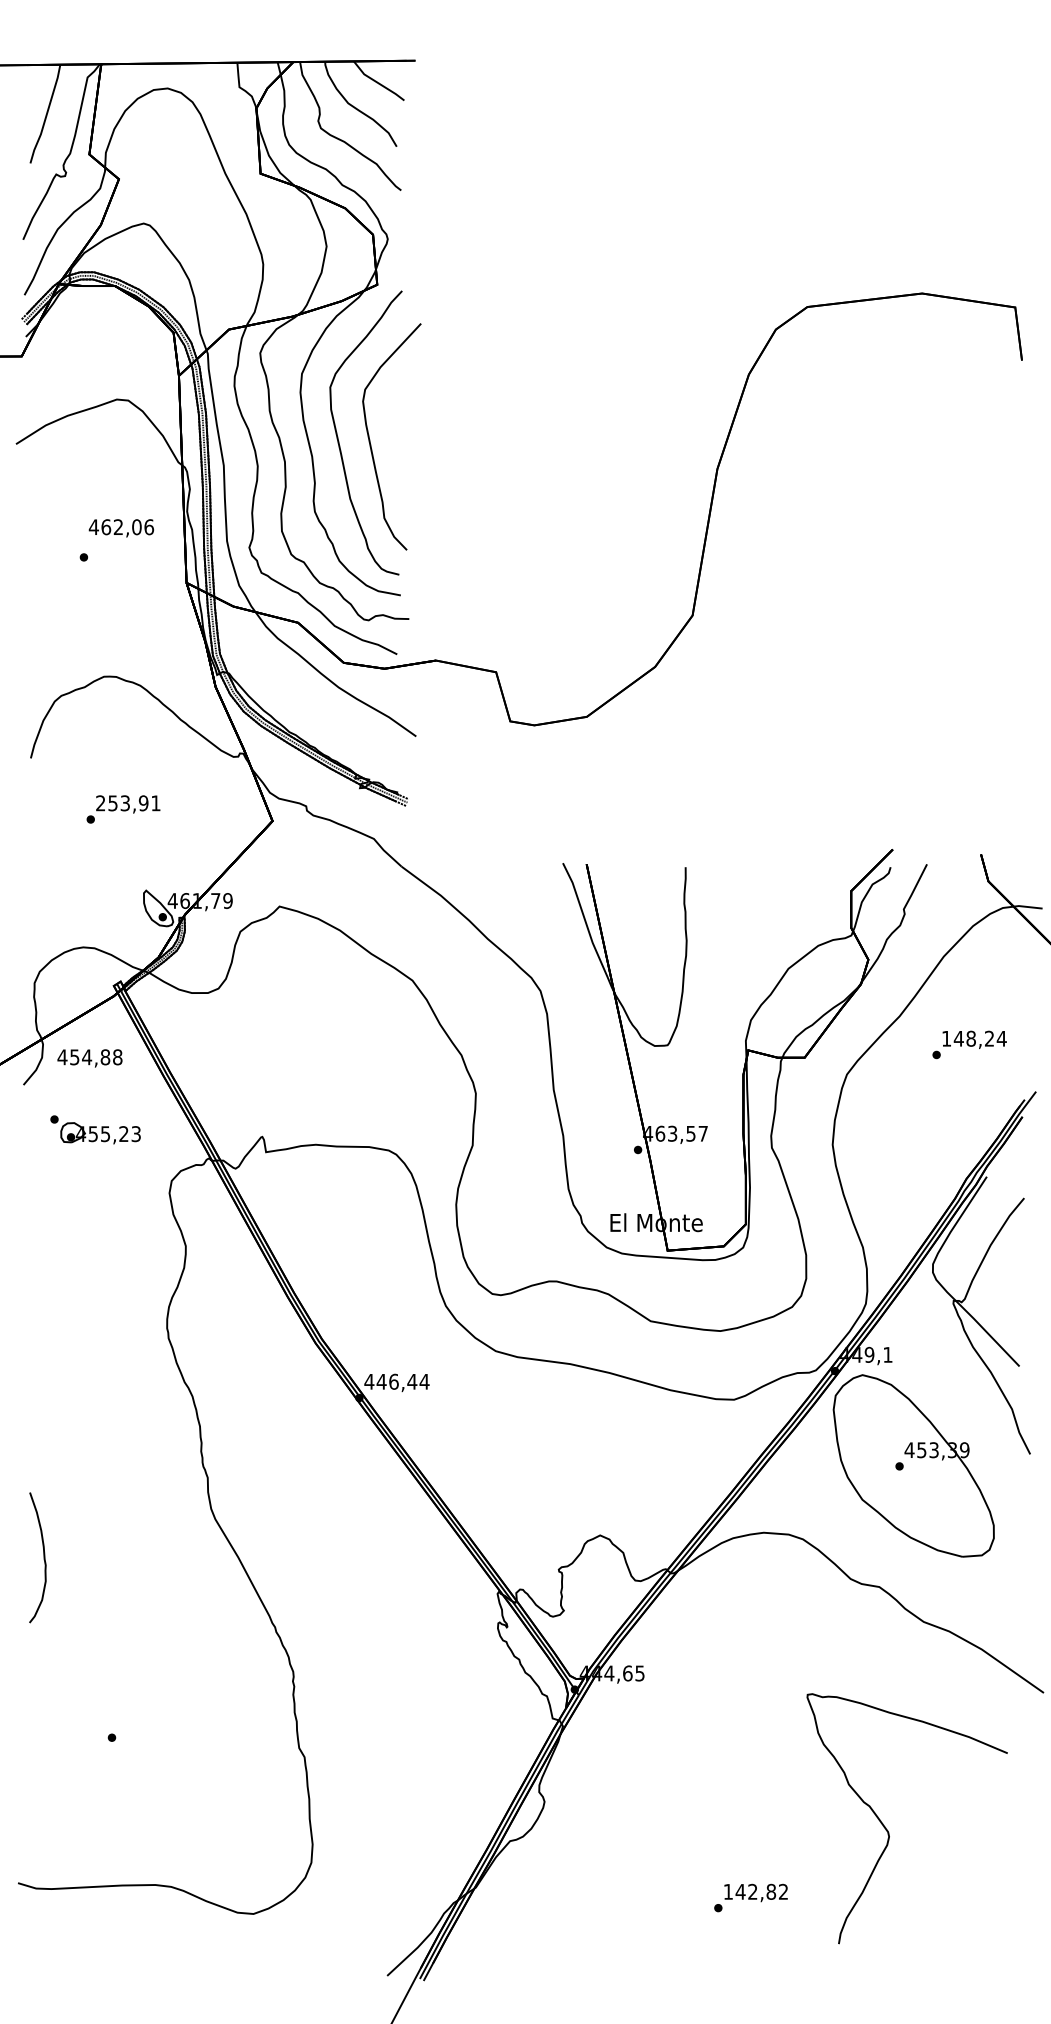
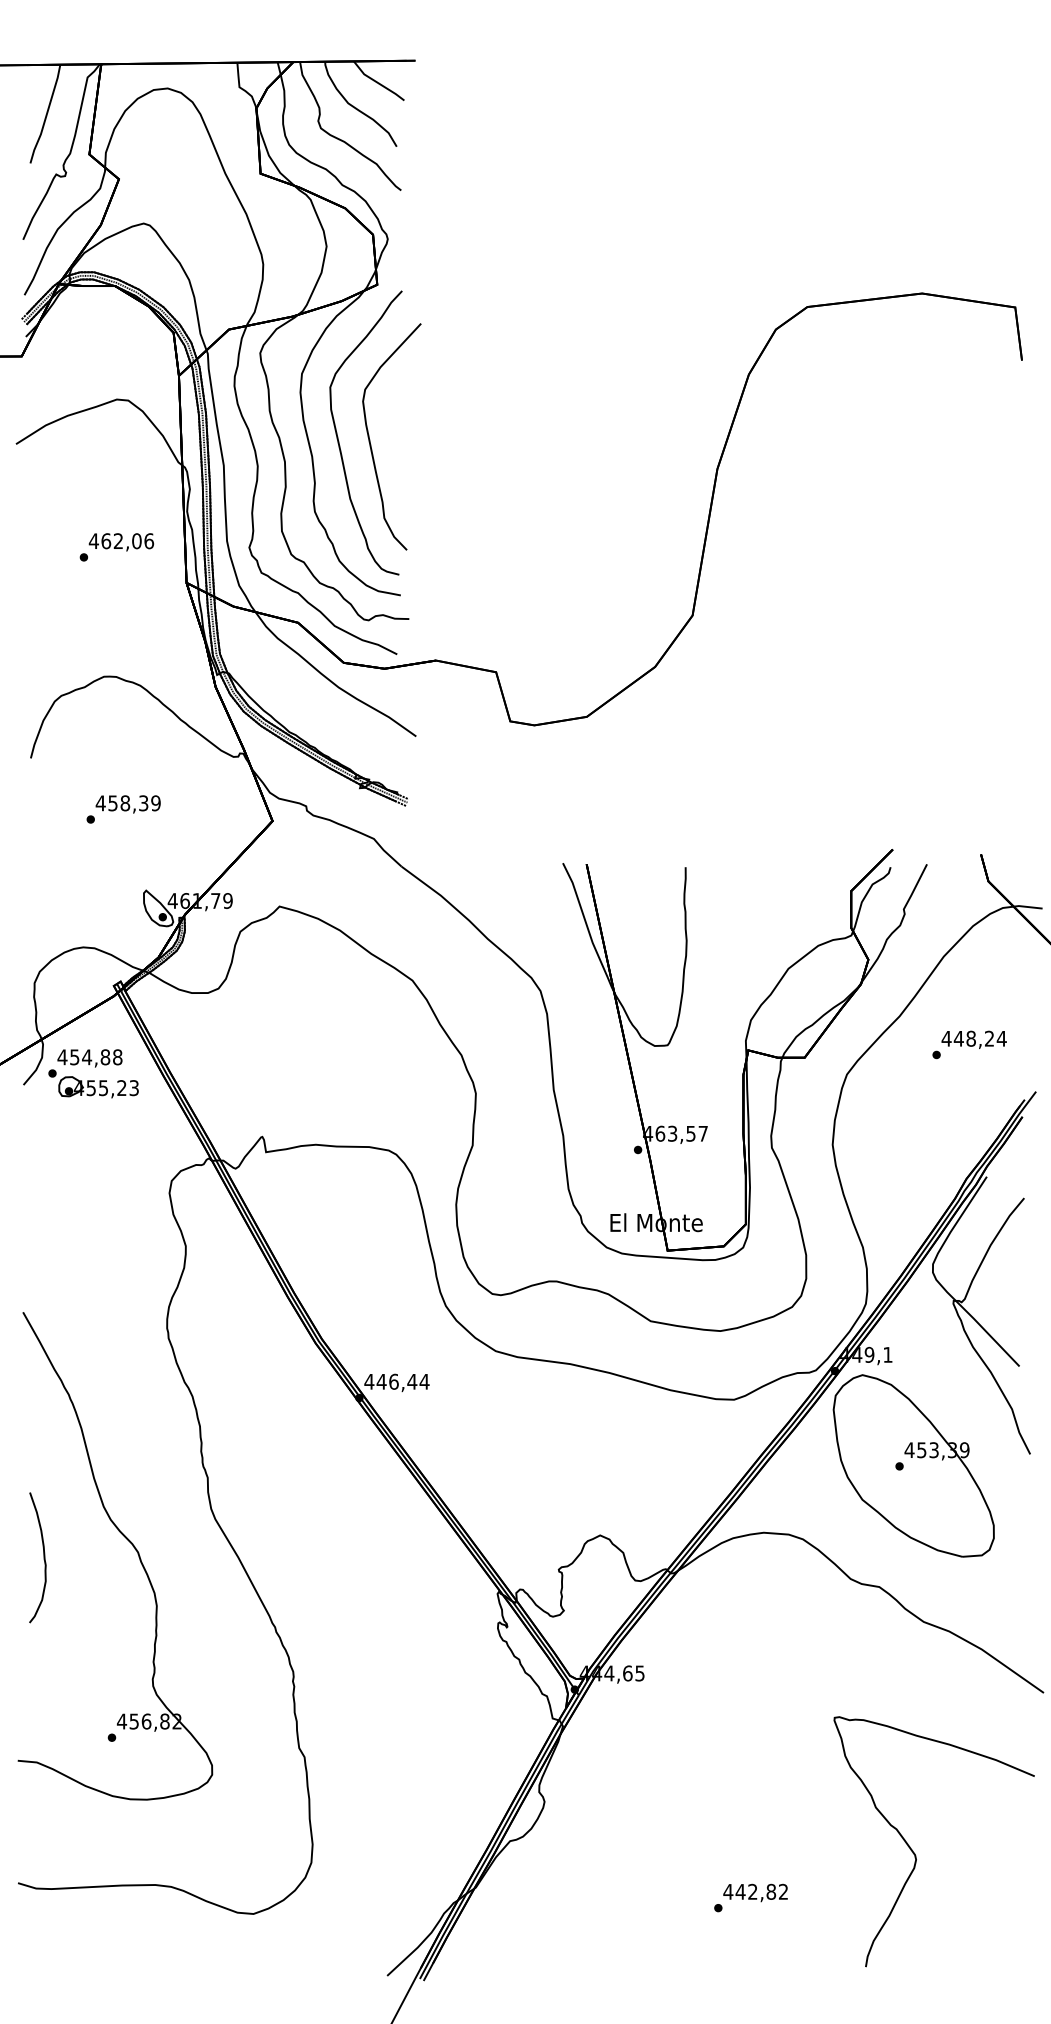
text at (120, 528) position: (120, 528) -> (120, 542)
text at (127, 803): 253,91 -> 458,39
text at (946, 1038): 148,24 -> 448,24
part at (95, 1129) position: (95, 1129) -> (93, 1083)
part at (132, 1546): none -> present
part at (888, 1830) position: (888, 1830) -> (915, 1853)
text at (728, 1891): 142,82 -> 442,82
